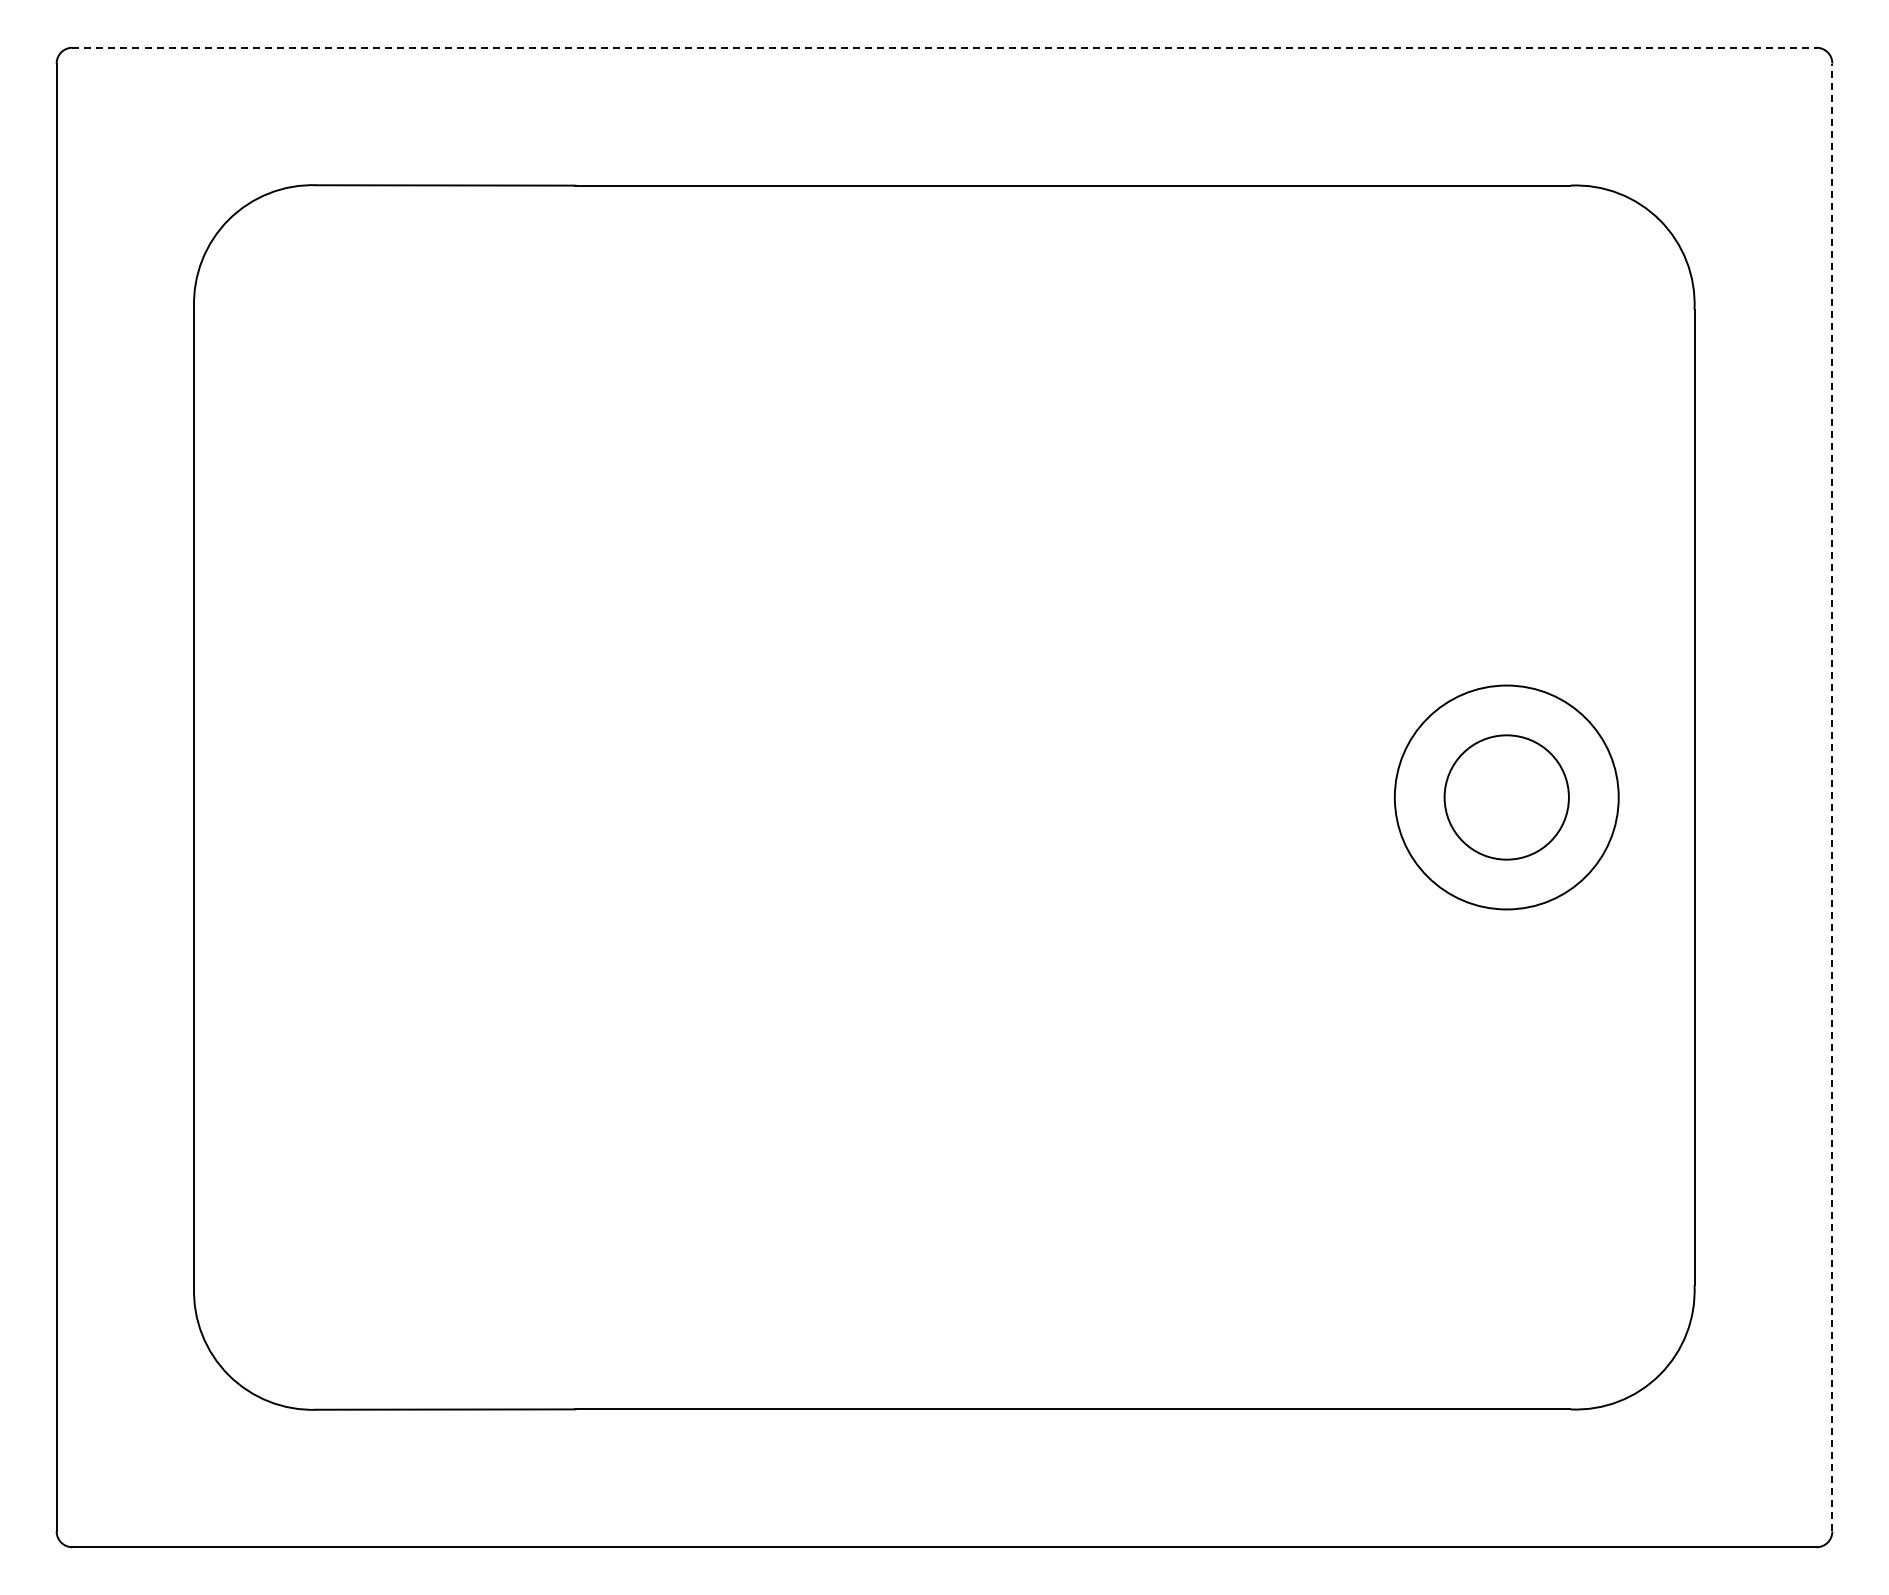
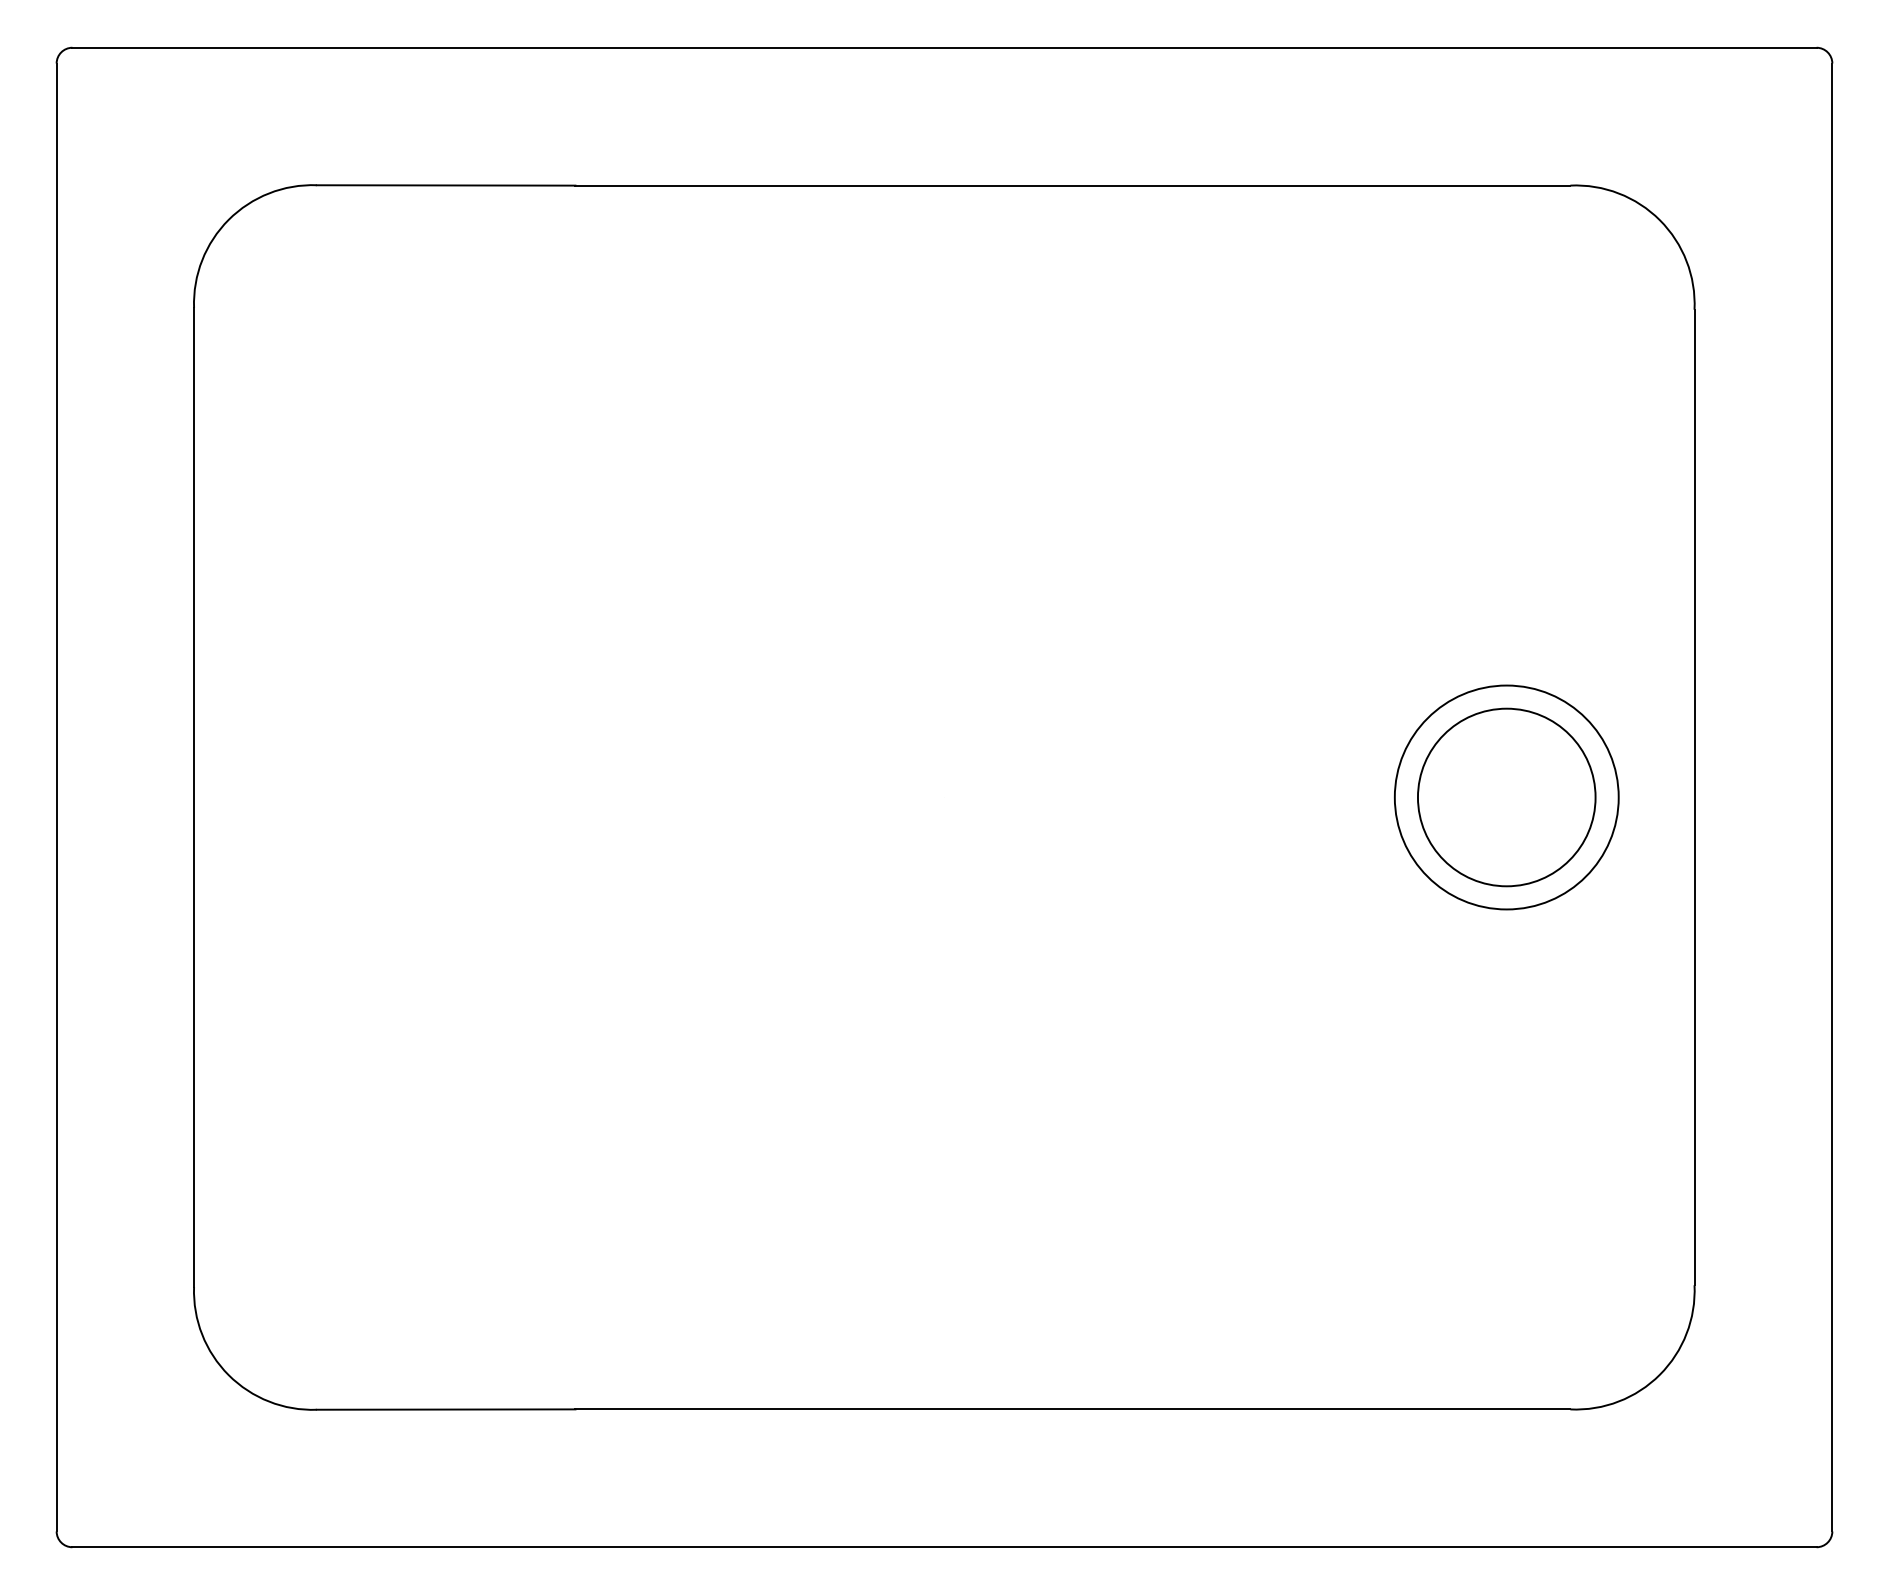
line at (945, 47): dashed -> solid
circle at (1506, 797) diameter: 124 px -> 178 px
line at (1832, 797): dashed -> solid
